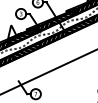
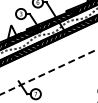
line at (48, 72): solid -> dashed
